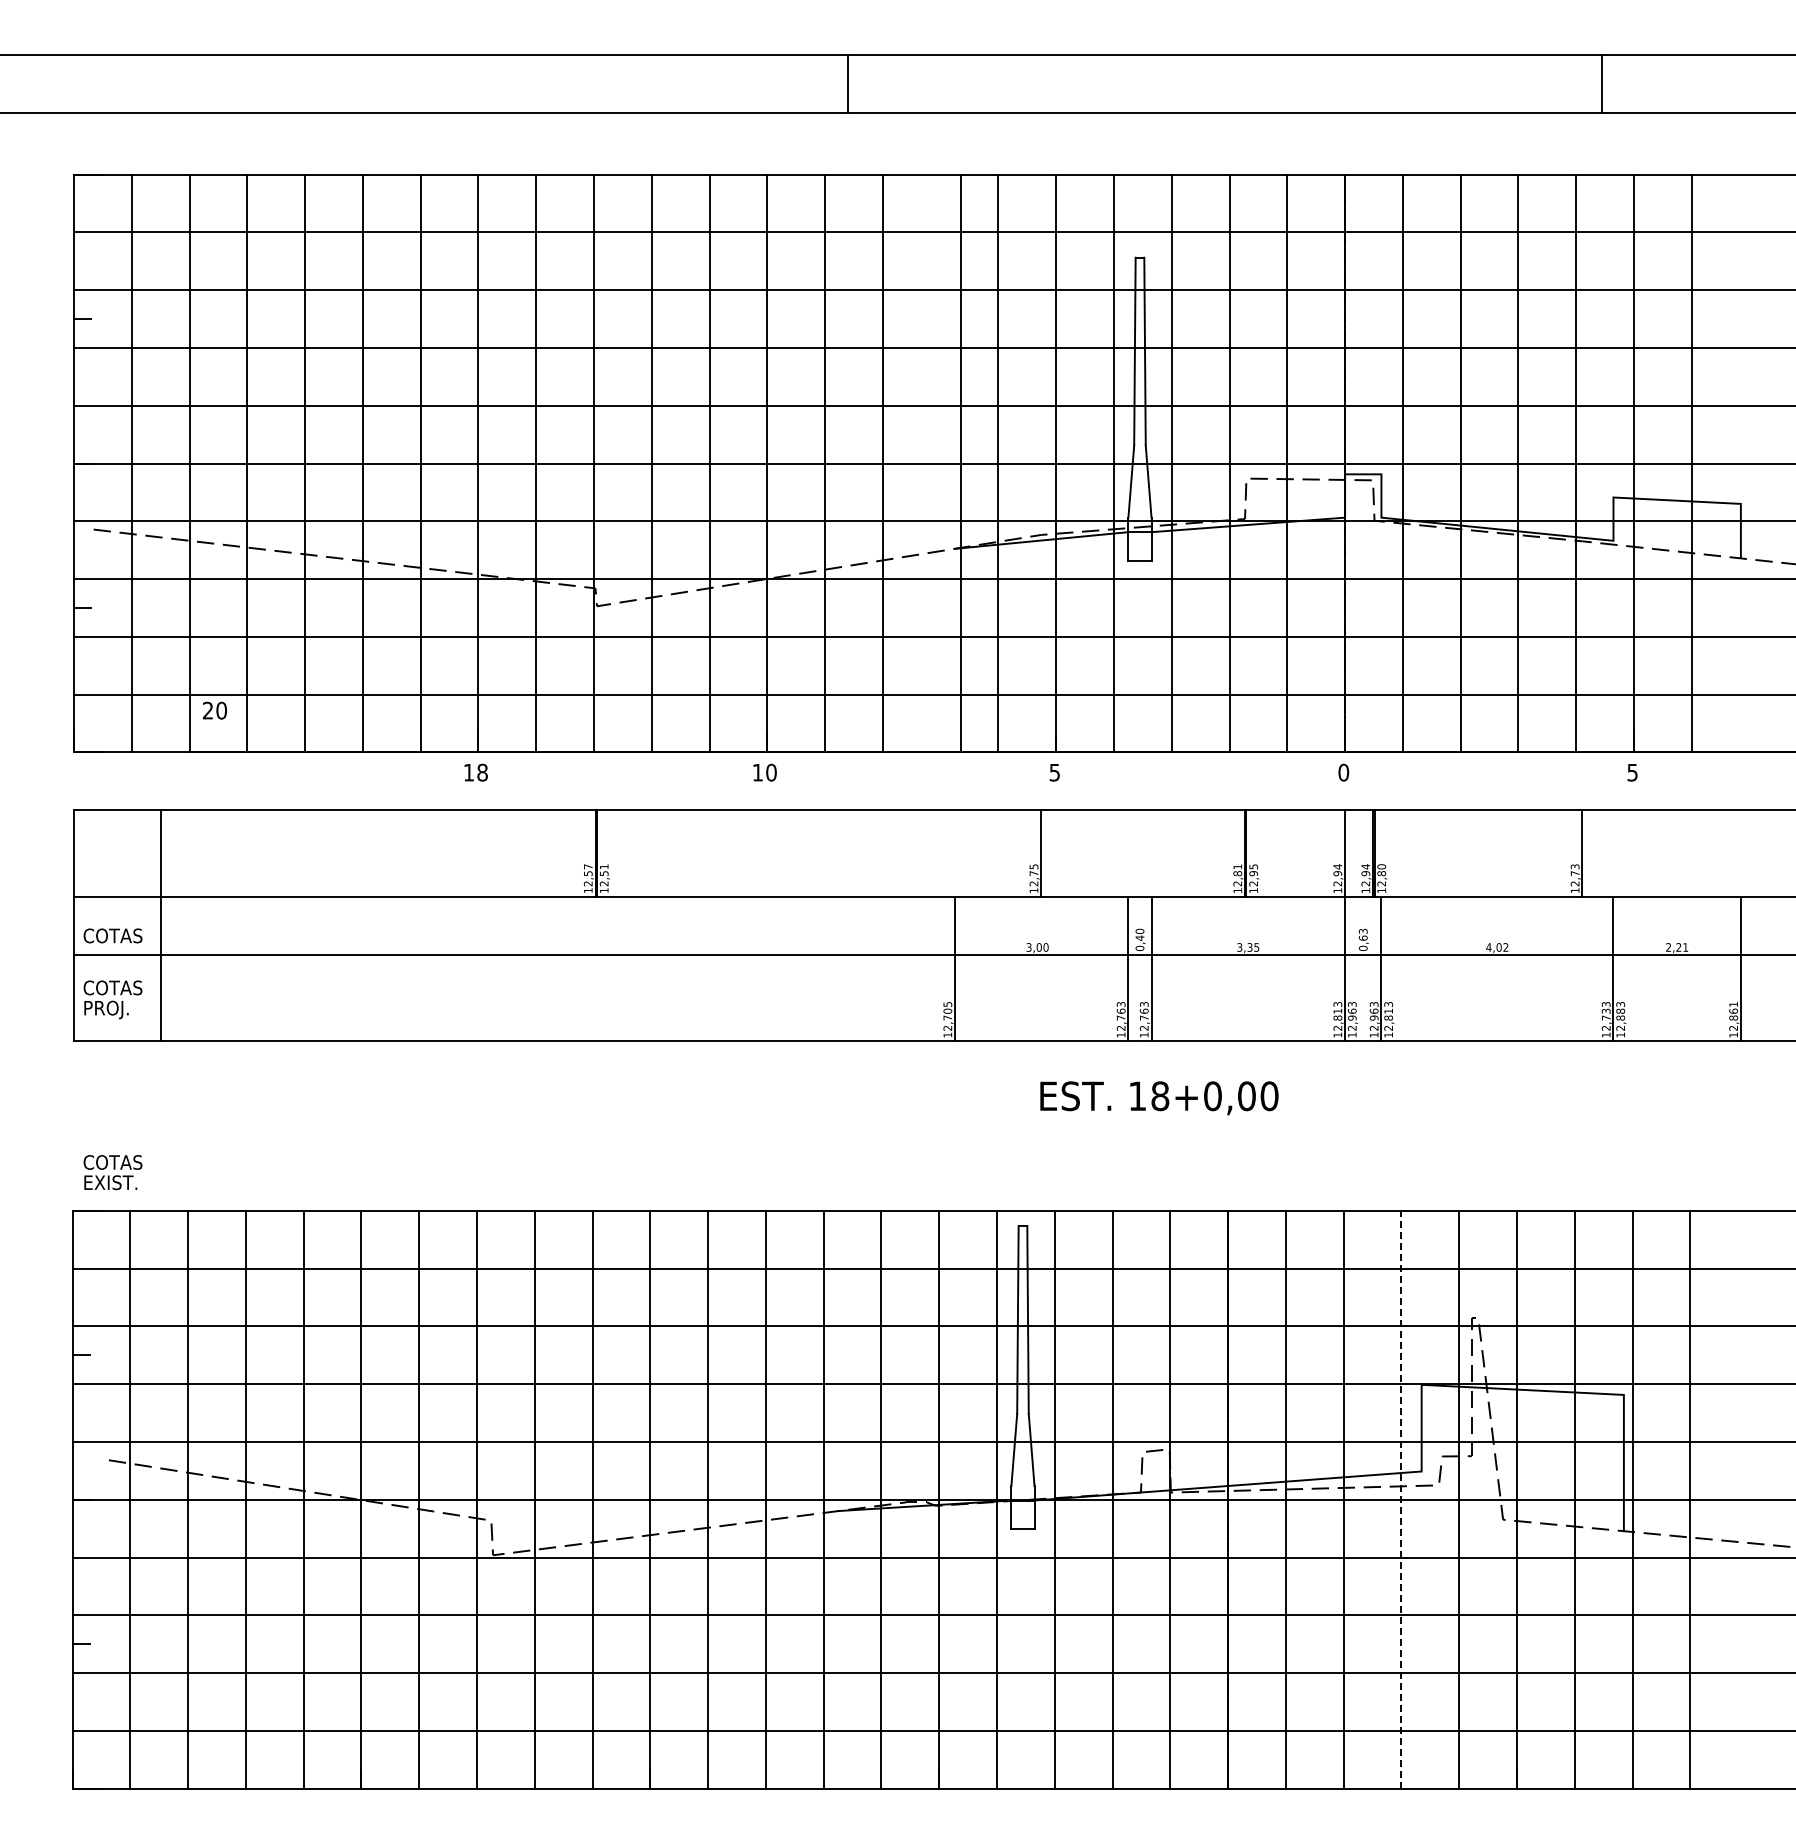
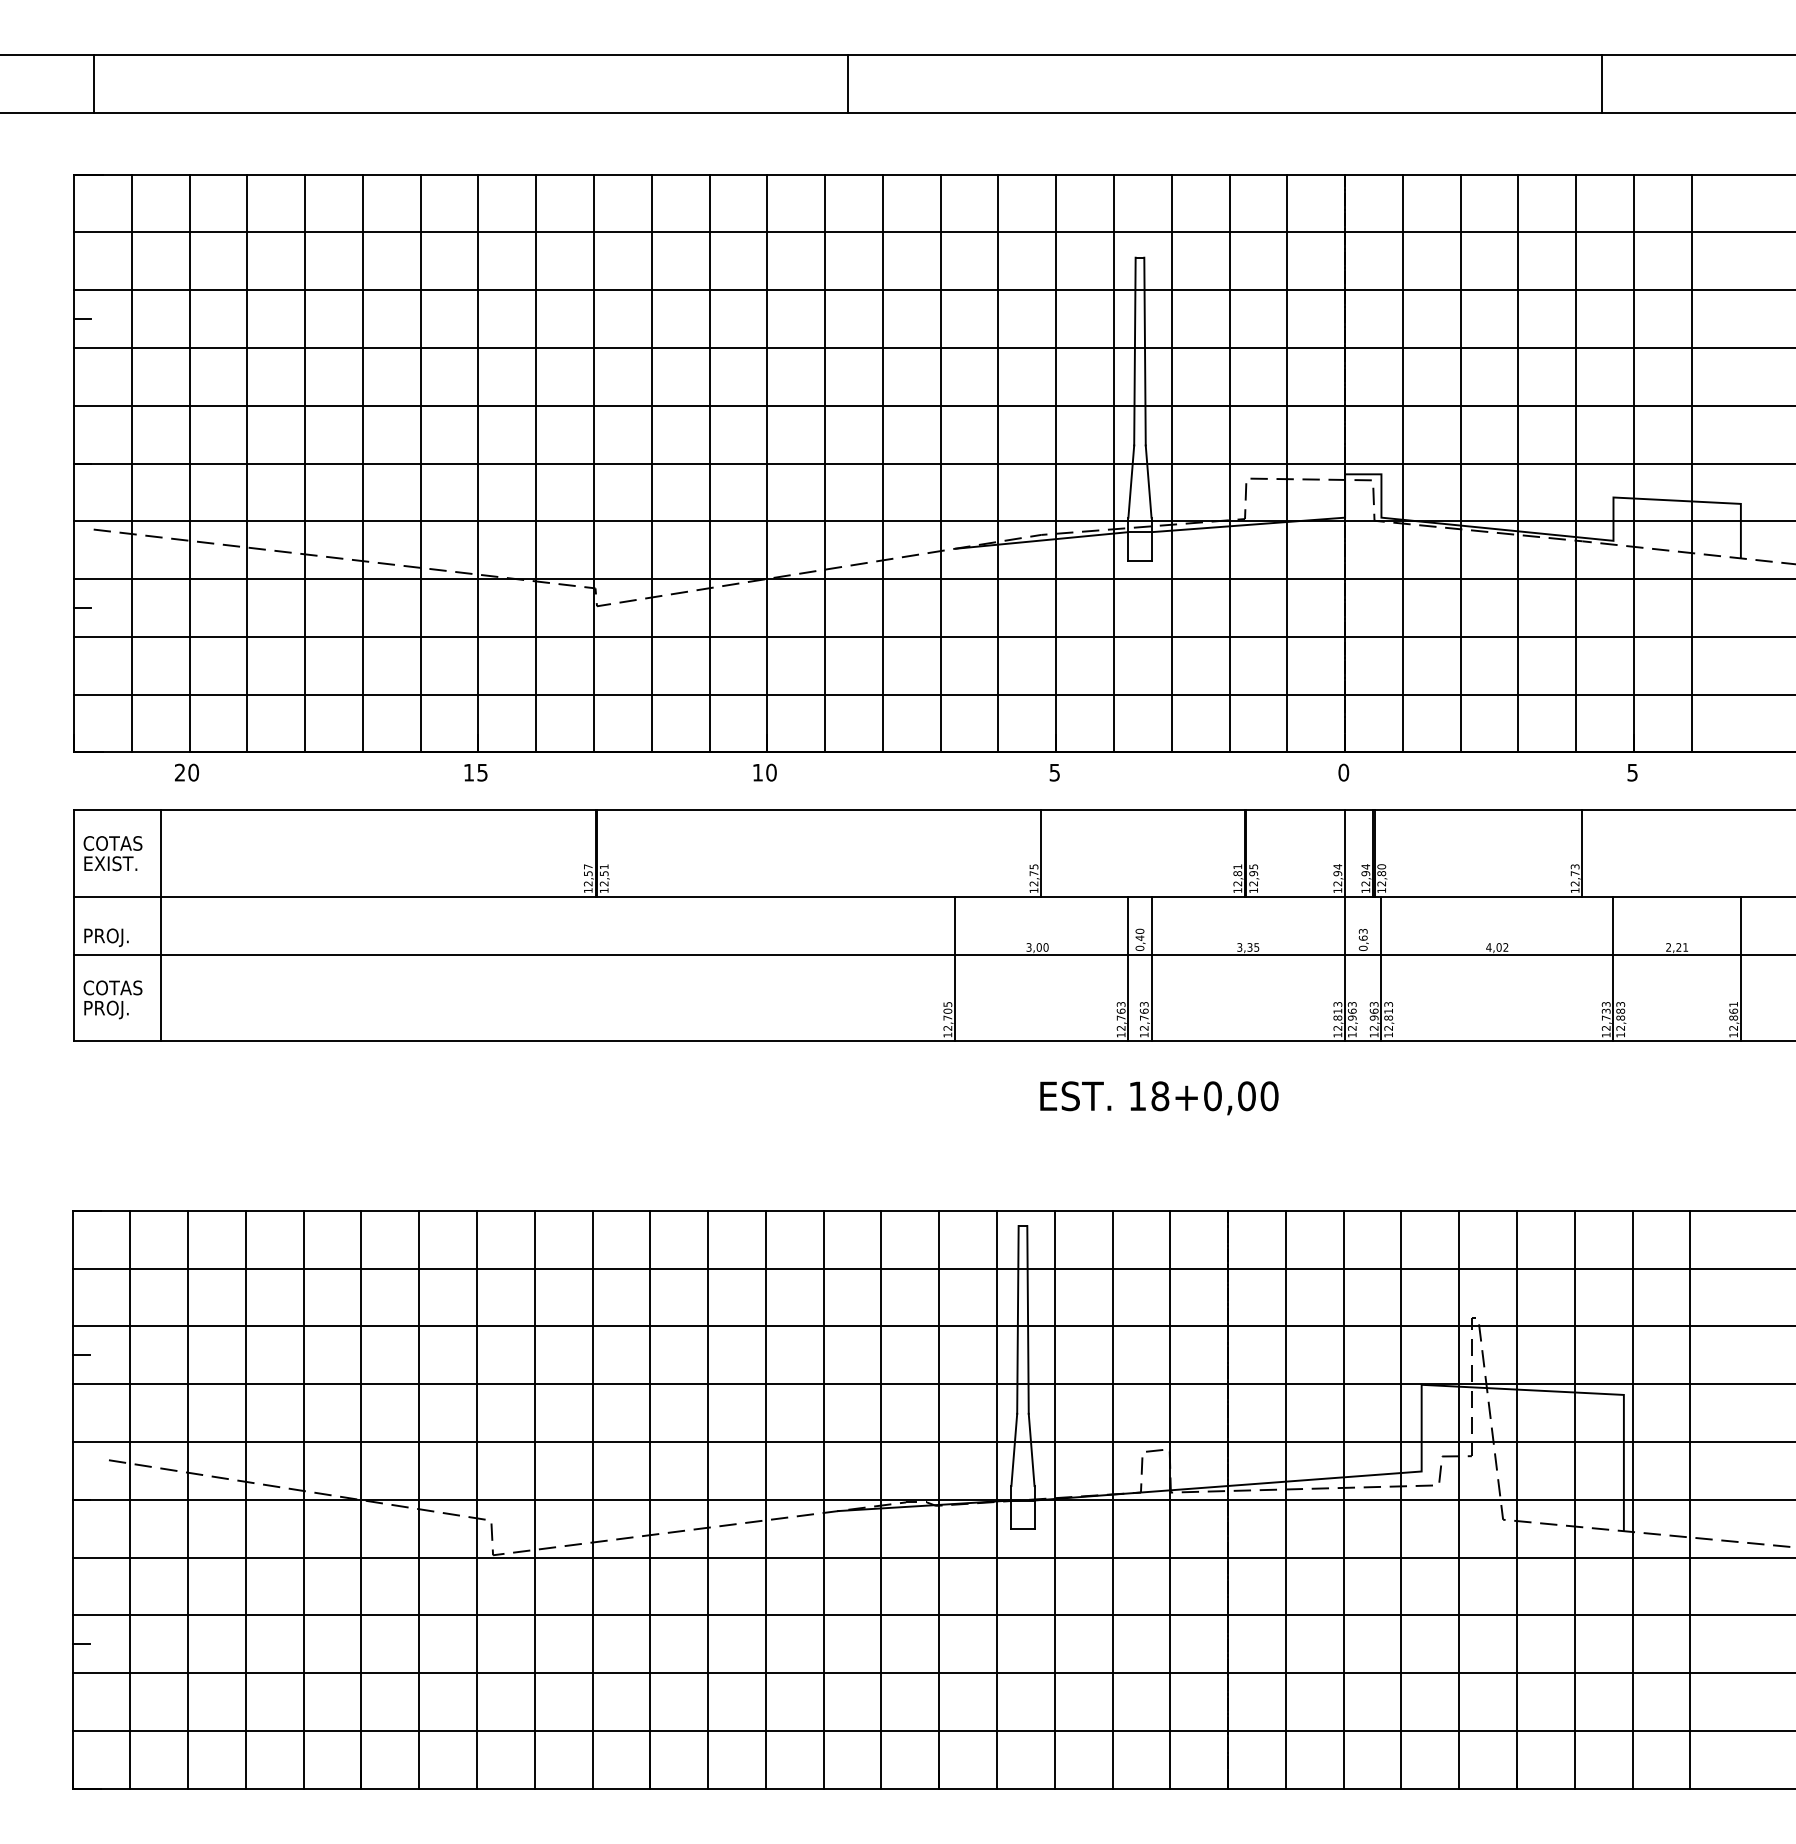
line at (94, 84): none -> present
line at (960, 463) position: (960, 463) -> (940, 463)
text at (214, 710) position: (214, 710) -> (186, 772)
text at (482, 772): 18 -> 15
text at (112, 937): COTAS -> PROJ.
text at (112, 1172) position: (112, 1172) -> (112, 853)
line at (1401, 1499): dashed -> solid
